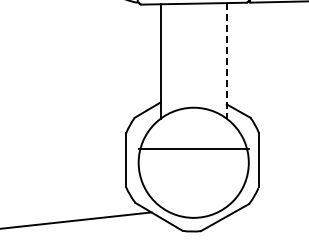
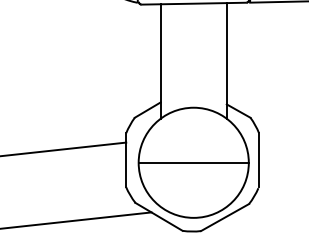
line at (226, 60): dashed -> solid
line at (64, 148): none -> present
line at (193, 149) position: (193, 149) -> (193, 163)
